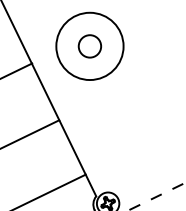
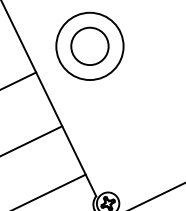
circle at (89, 46) diameter: 22 px -> 37 px
line at (17, 70) position: (17, 70) -> (19, 80)
line at (30, 133) position: (30, 133) -> (32, 140)
line at (156, 196): dashed -> solid
